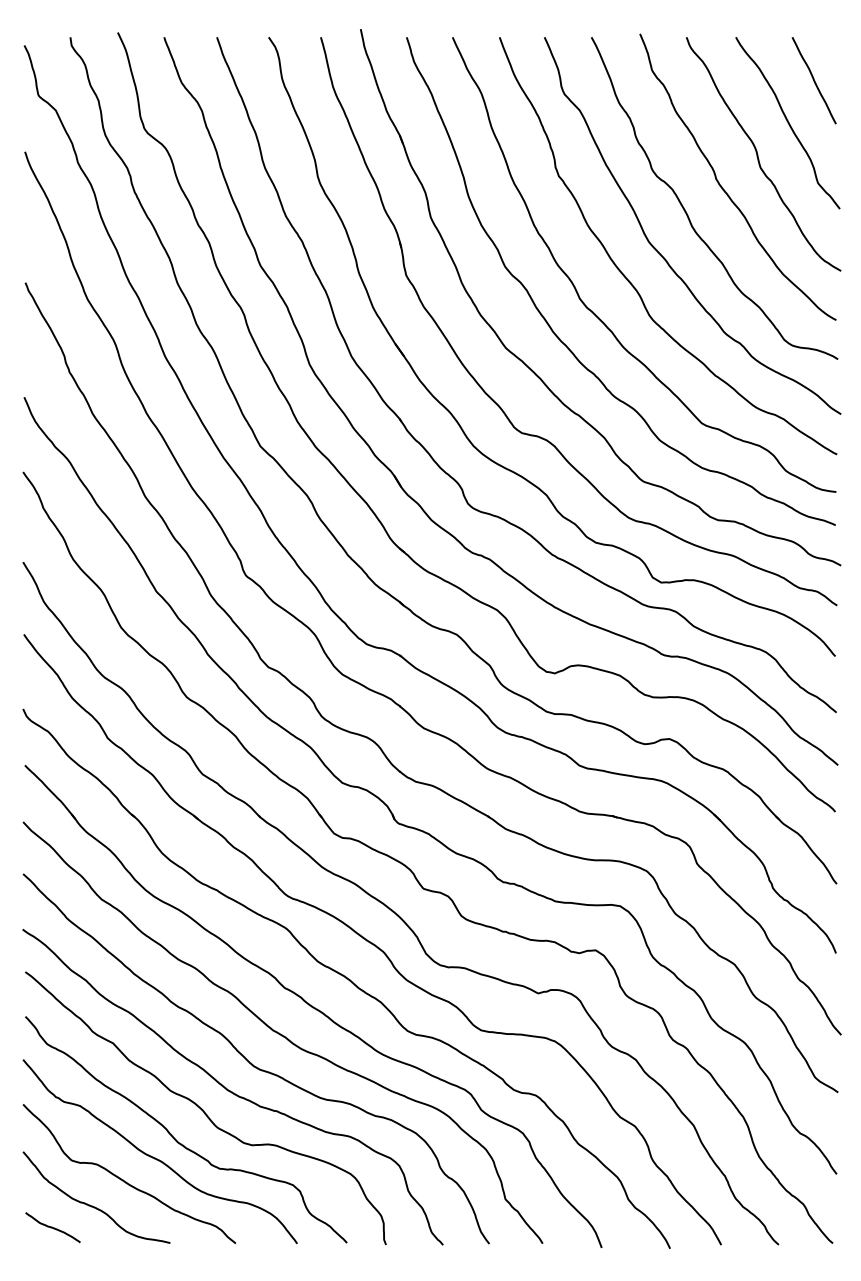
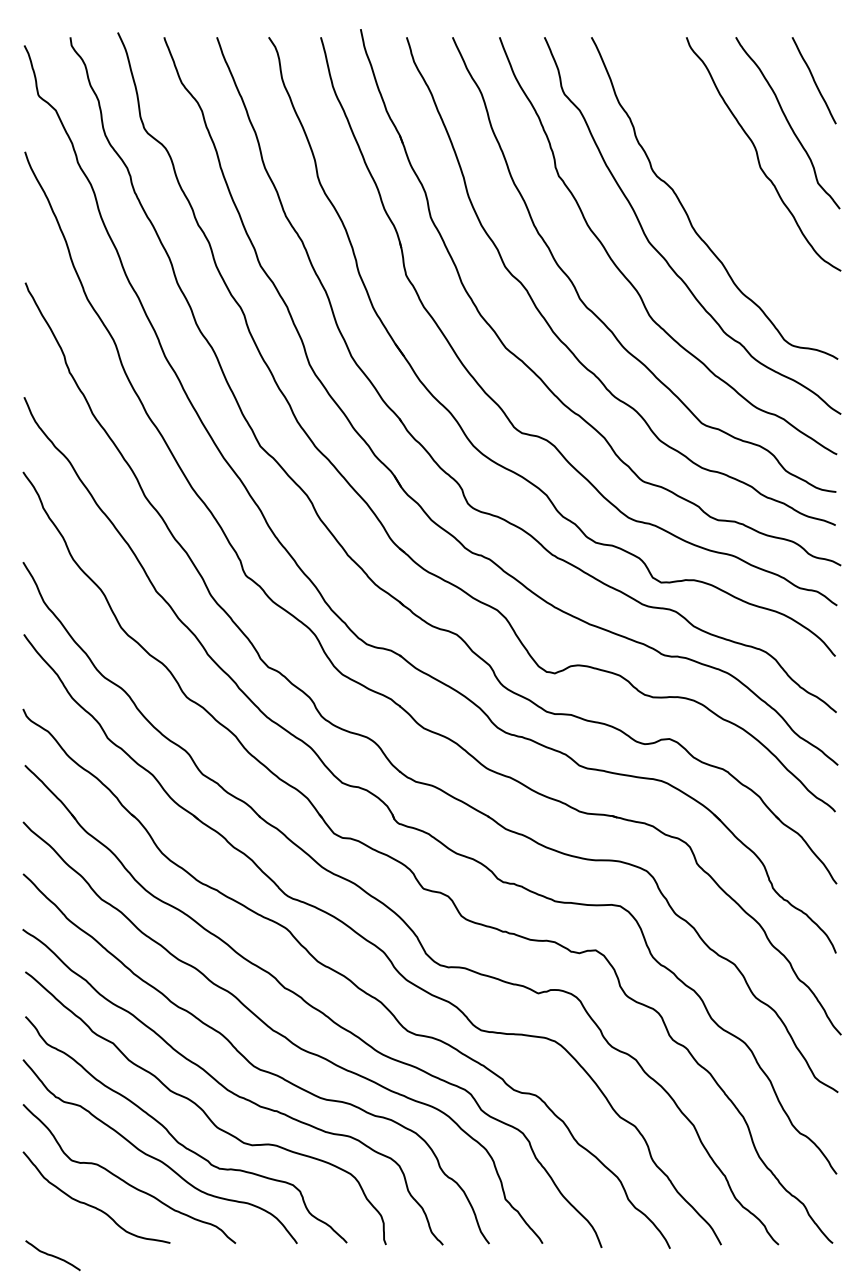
curve at (722, 186): present -> none
curve at (52, 1227) position: (52, 1227) -> (52, 1255)
